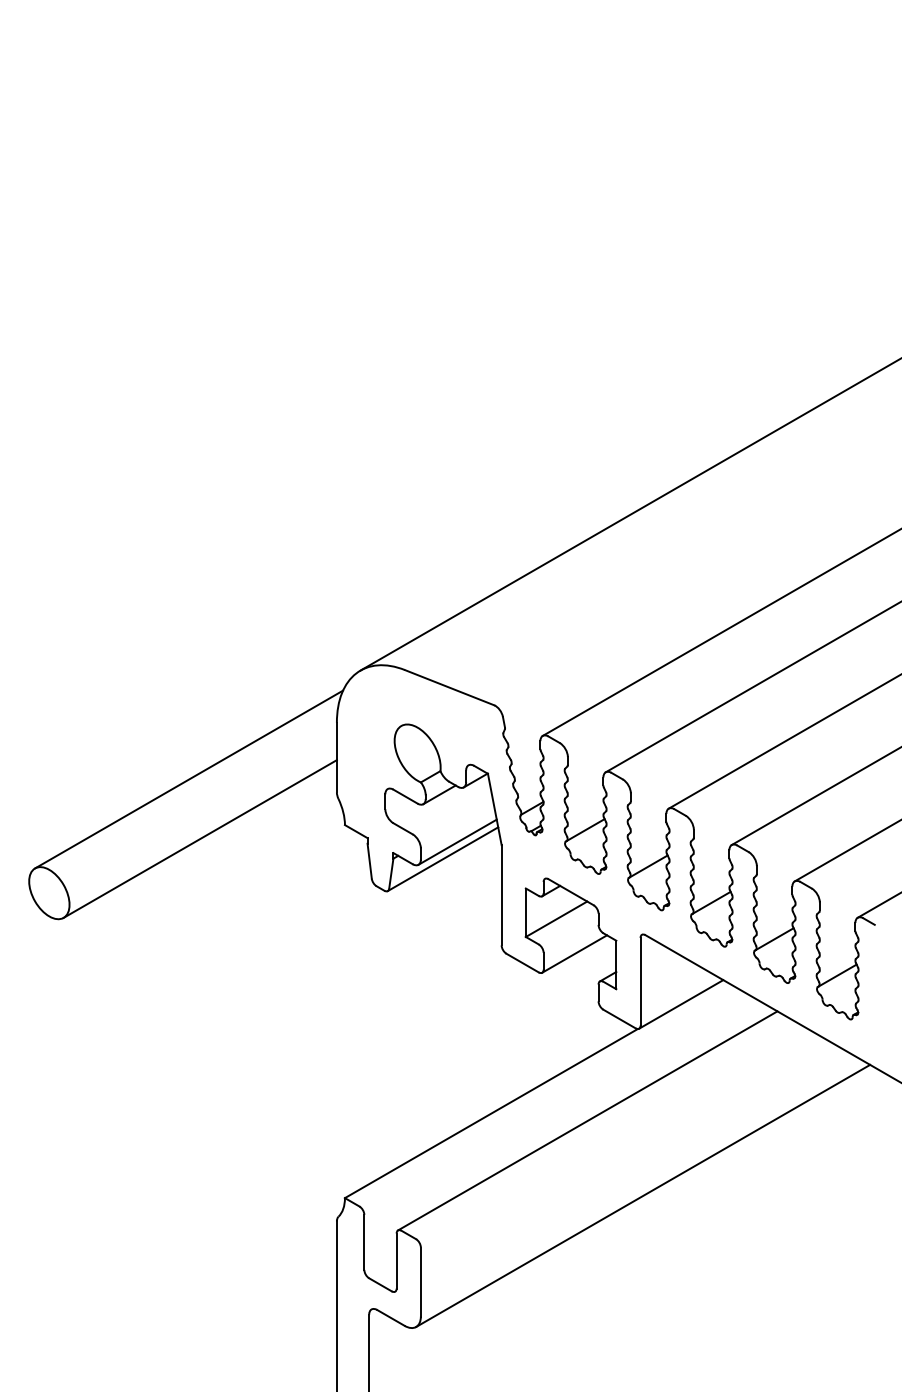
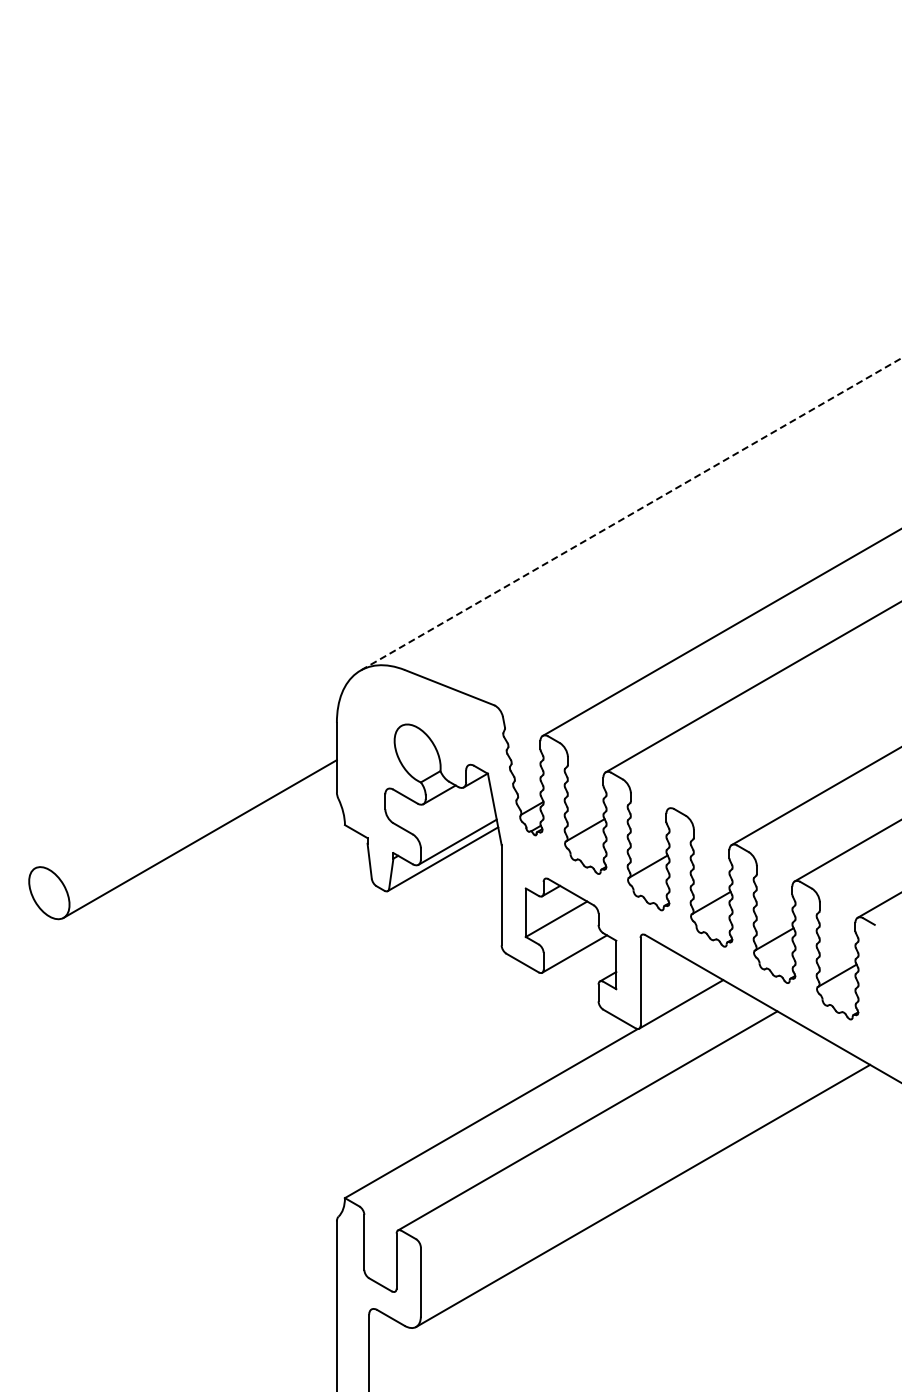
line at (630, 514): solid -> dashed
line at (783, 742): present -> none
line at (189, 779): present -> none
